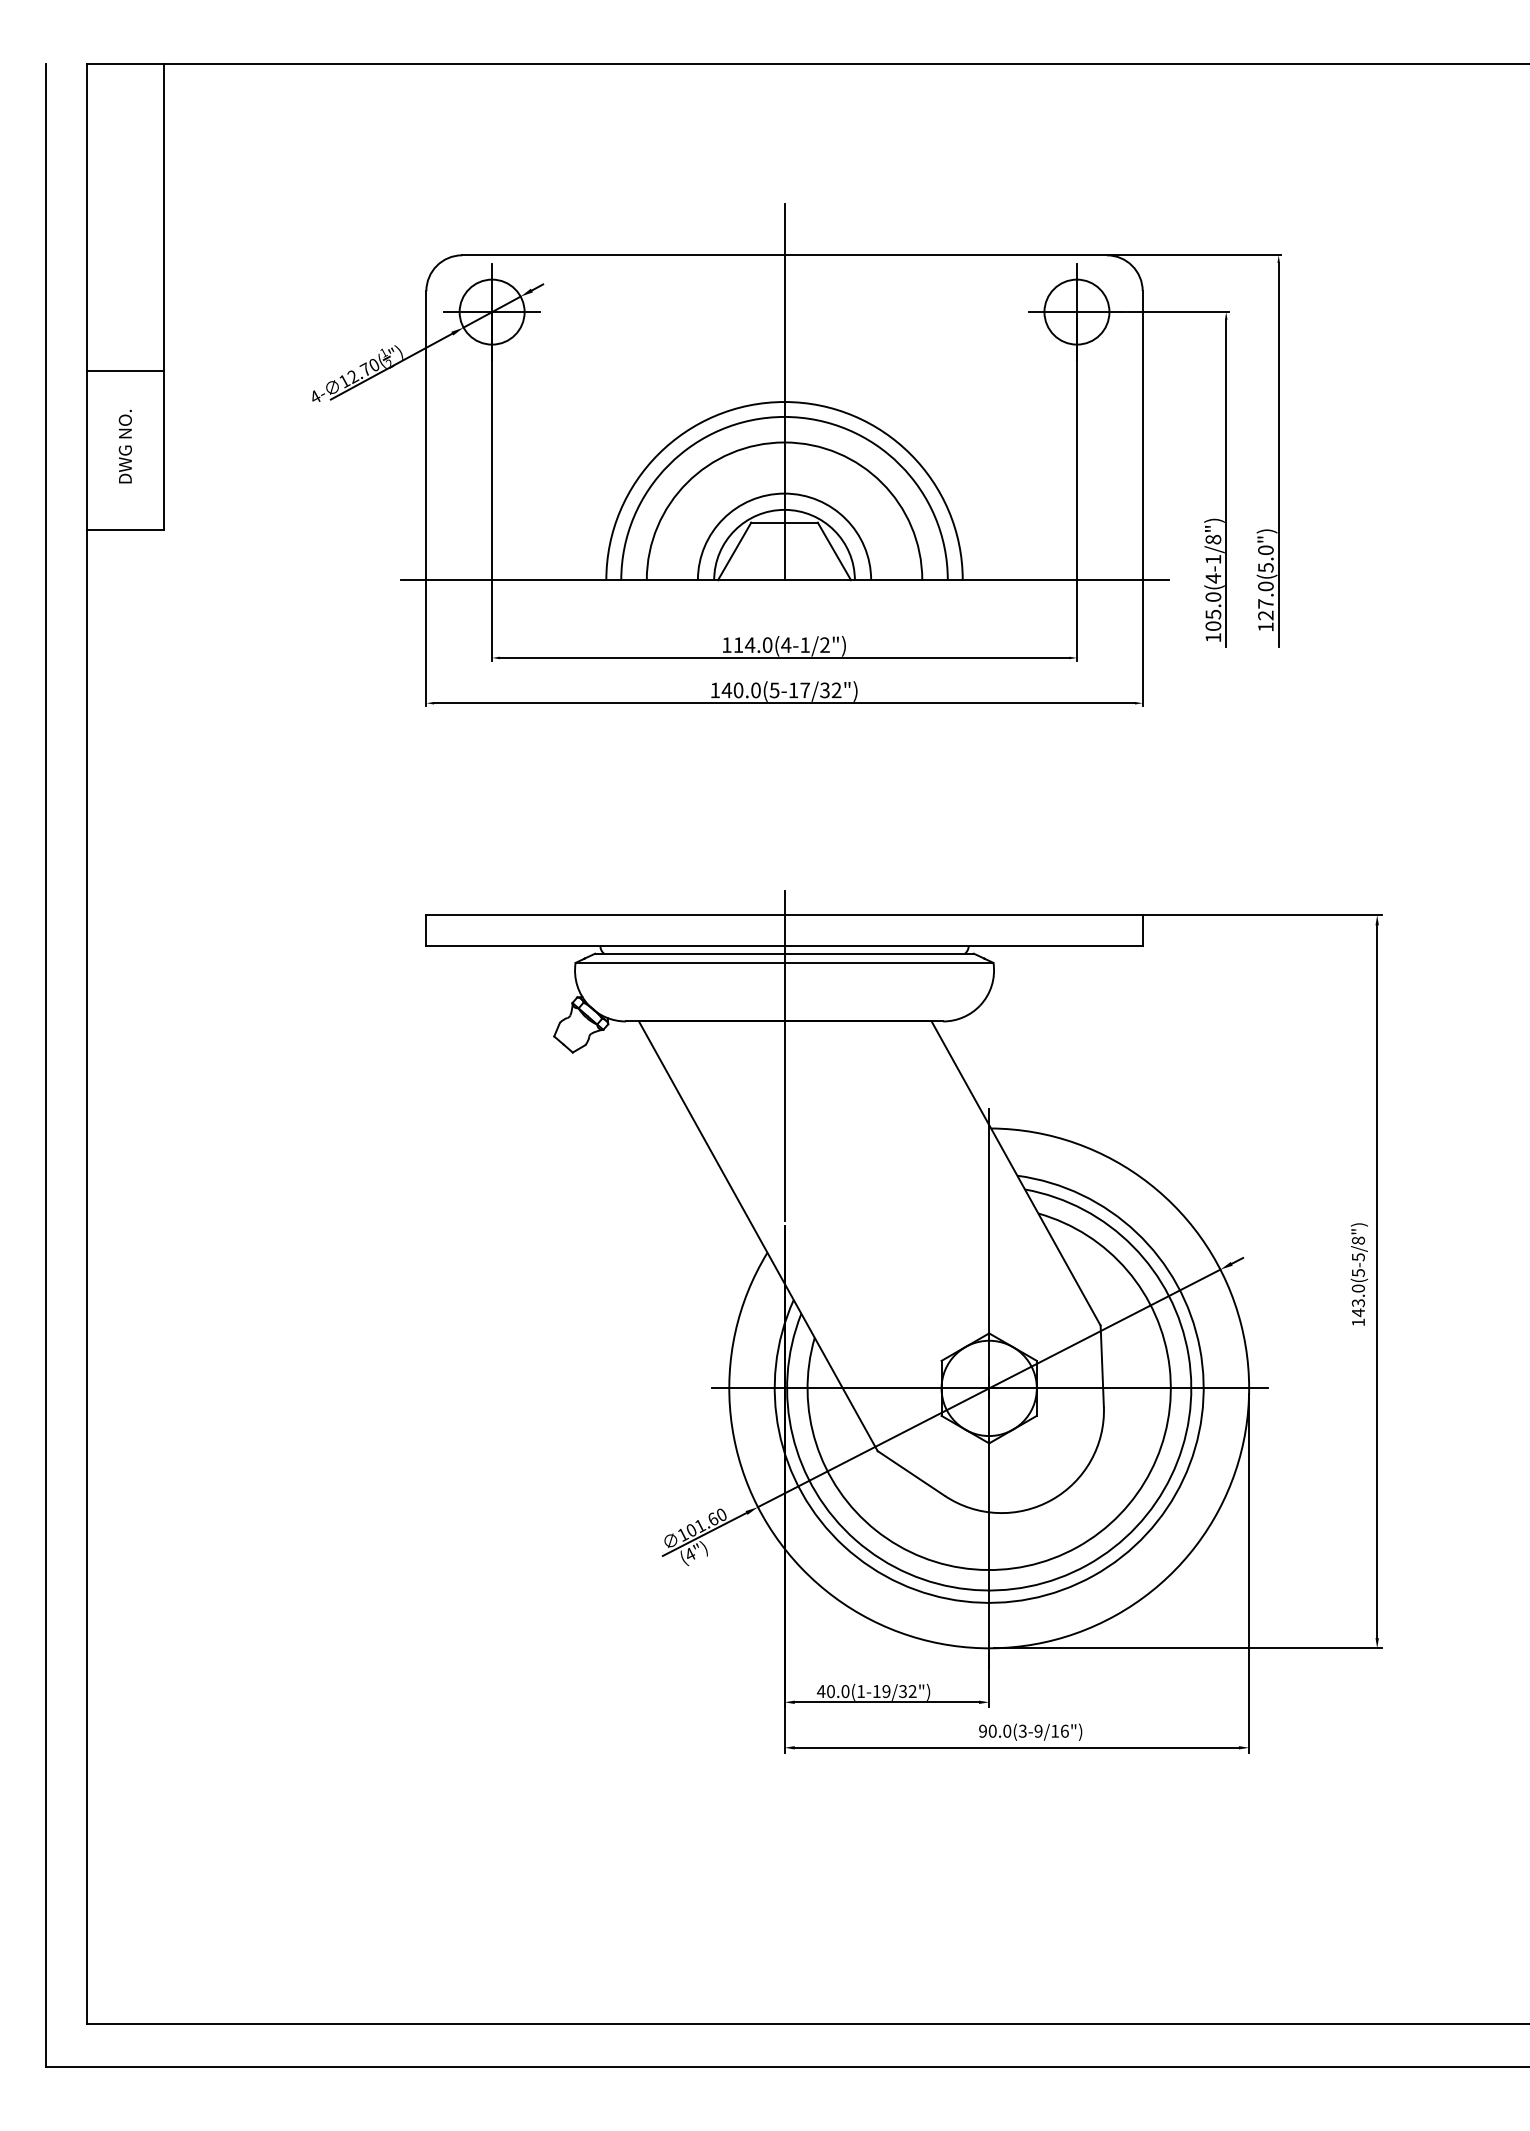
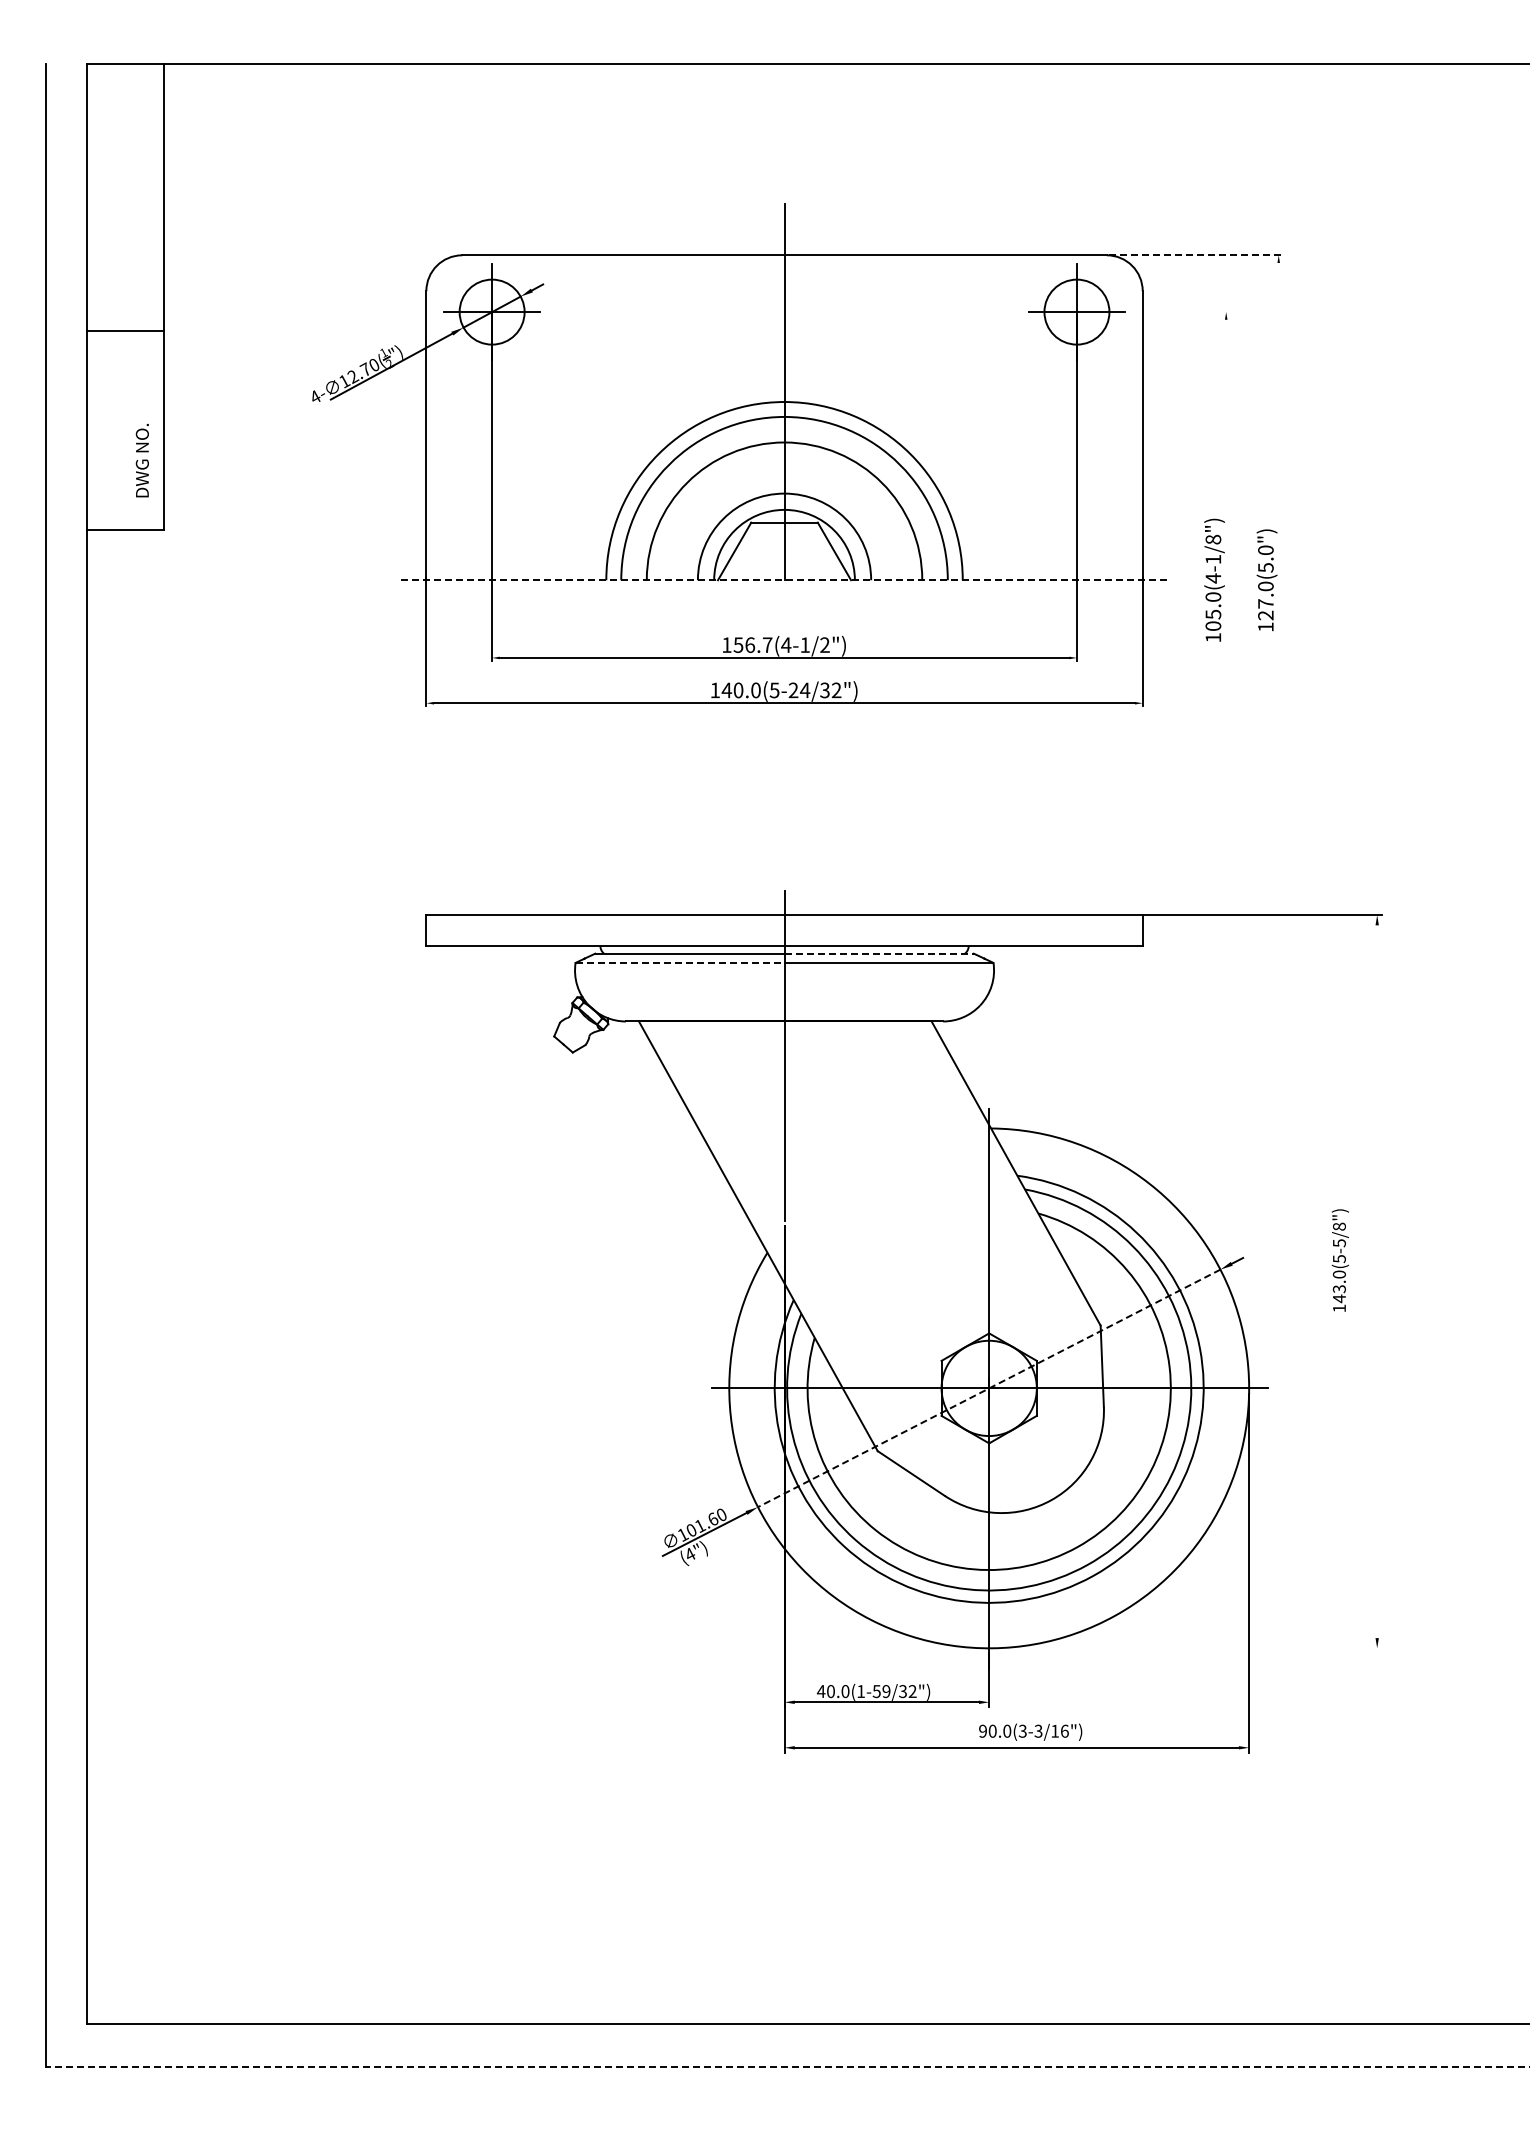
line at (1195, 255): solid -> dashed
line at (1177, 312): present -> none
line at (125, 370) position: (125, 370) -> (125, 330)
text at (124, 446) position: (124, 446) -> (141, 460)
line at (1278, 455): present -> none
line at (1226, 483): present -> none
line at (785, 580): solid -> dashed
text at (752, 644): 114.0(4-1/2") -> 156.7(4-1/2")
text at (799, 690): 140.0(5-17/32") -> 140.0(5-24/32")
line at (879, 953): solid -> dashed
line at (680, 962): solid -> dashed
text at (1358, 1274) position: (1358, 1274) -> (1339, 1260)
line at (1377, 1281): present -> none
line at (989, 1388): solid -> dashed
line at (1188, 1648): present -> none
text at (876, 1691): 40.0(1-19/32") -> 40.0(1-59/32")
text at (1038, 1731): 90.0(3-9/16 -> 90.0(3-3/16
line at (788, 2067): solid -> dashed
